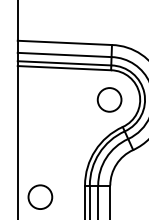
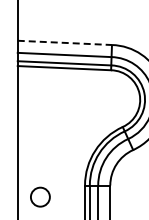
line at (65, 42): solid -> dashed
circle at (109, 99): present -> none
circle at (40, 196) size: 27x26 px -> 21x22 px
